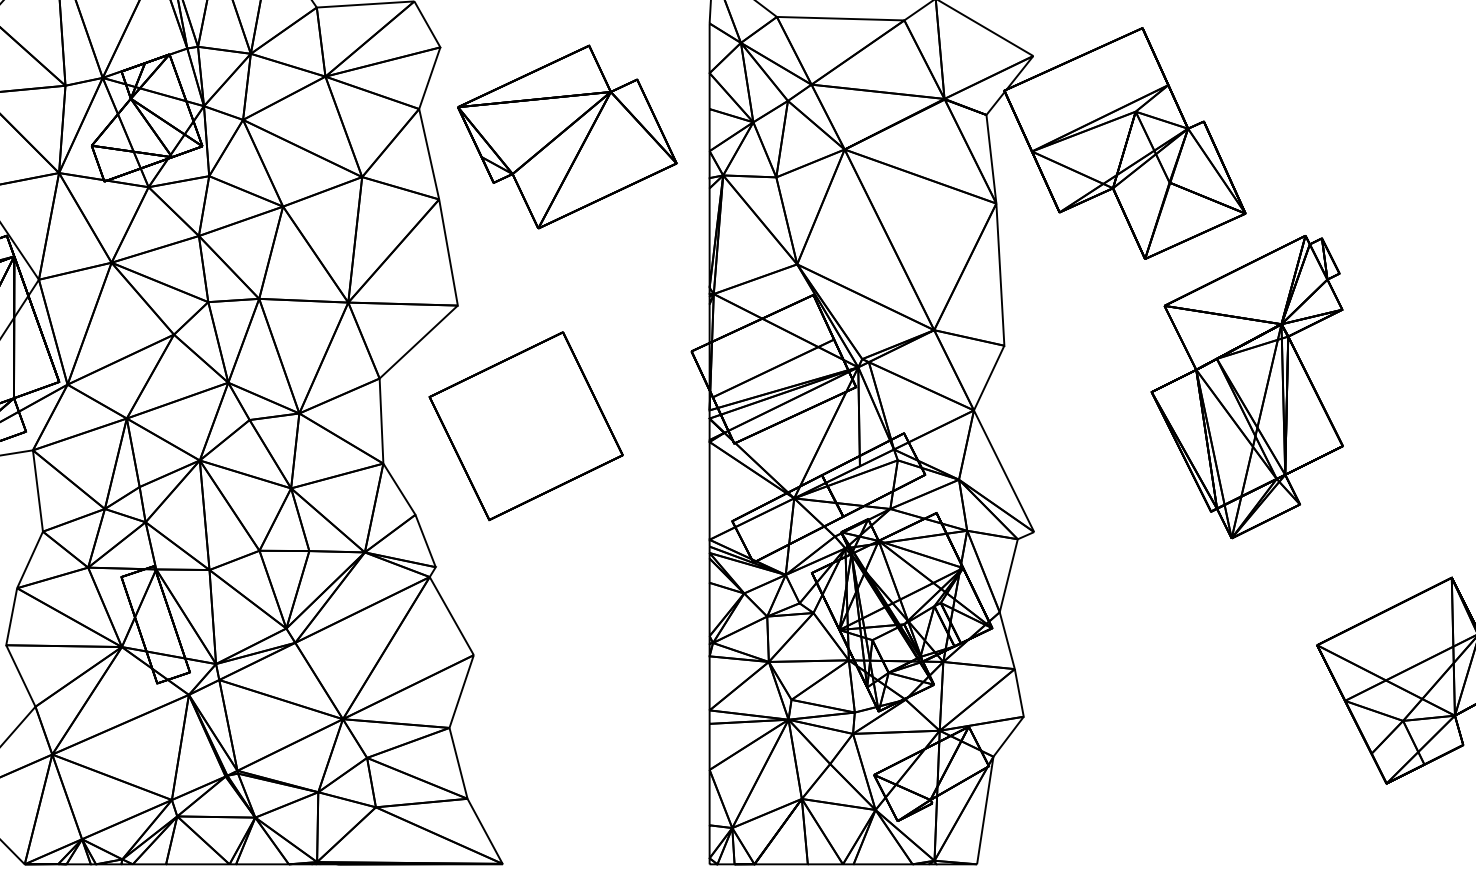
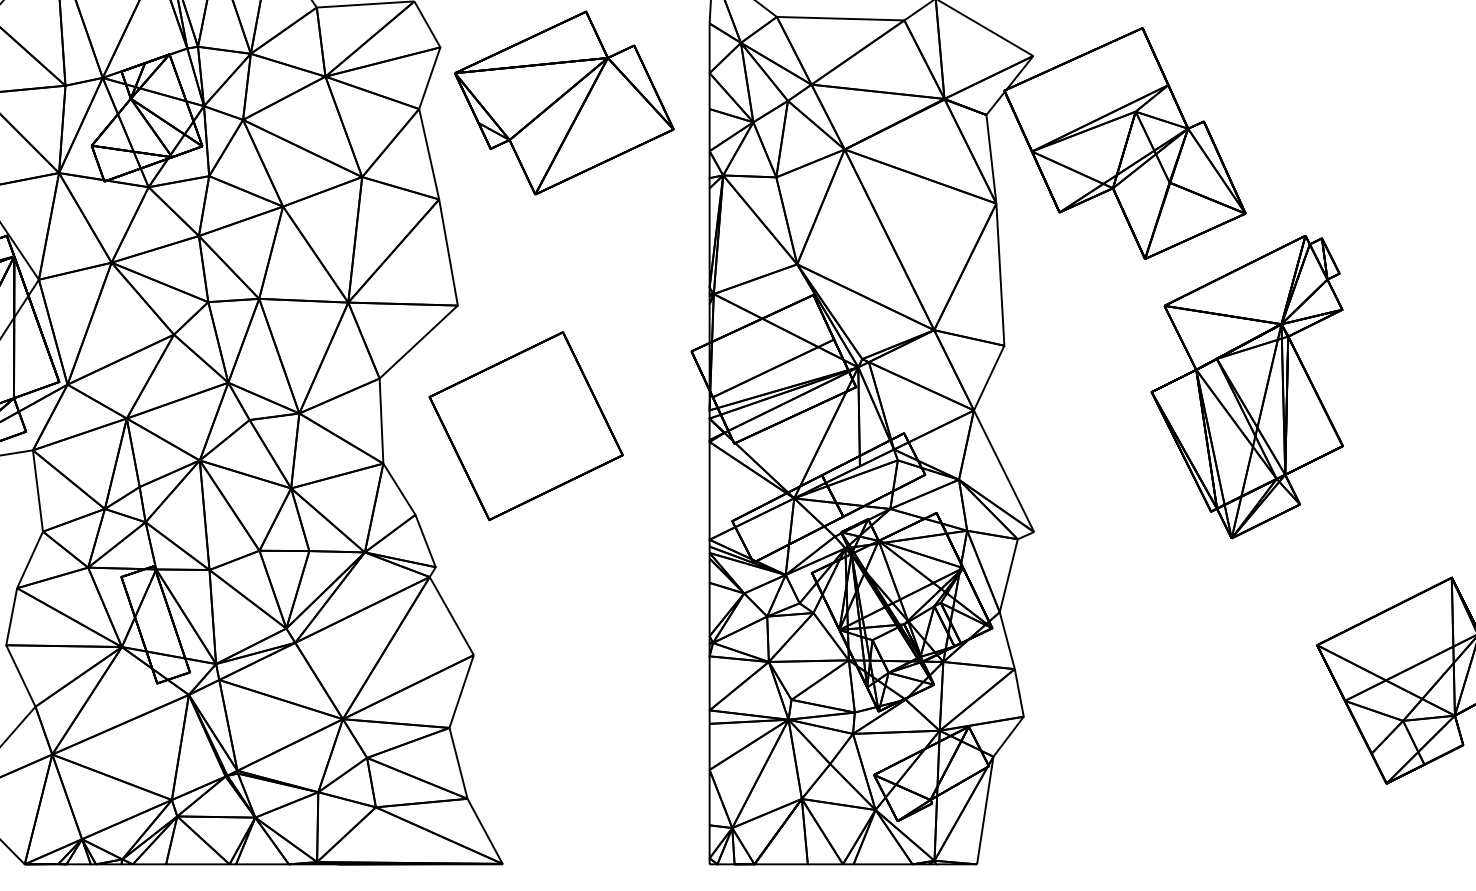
part at (567, 136) position: (567, 136) -> (564, 102)
